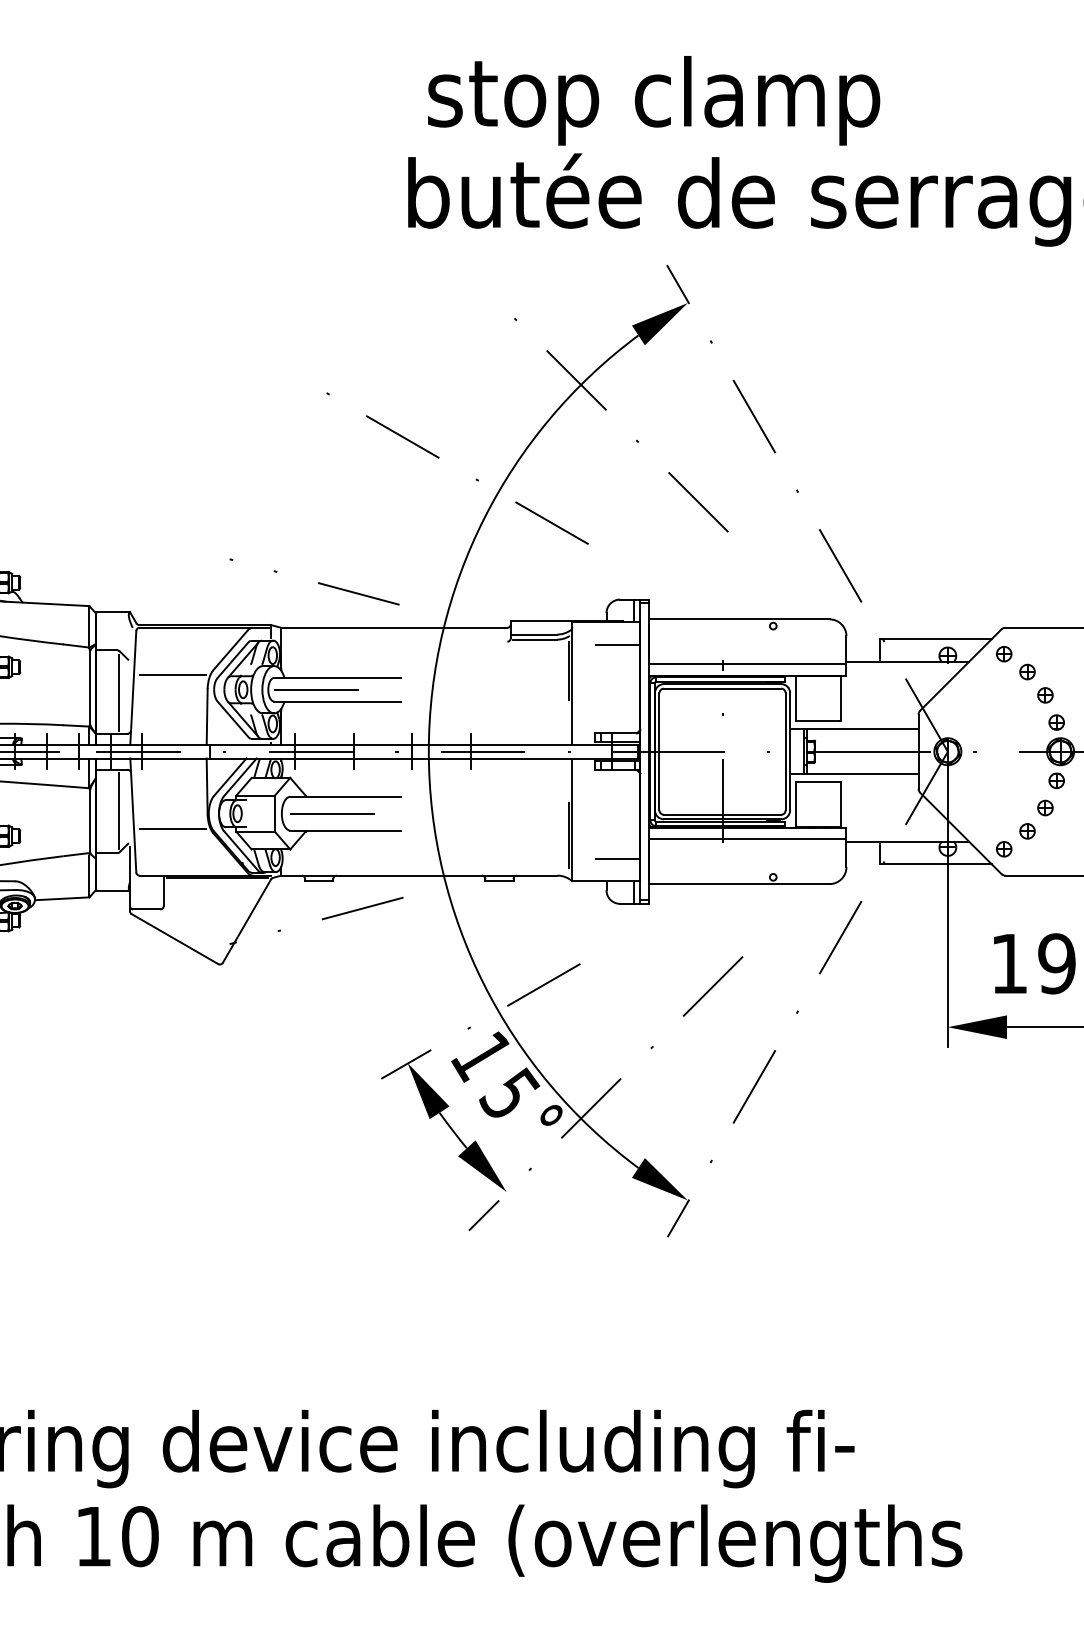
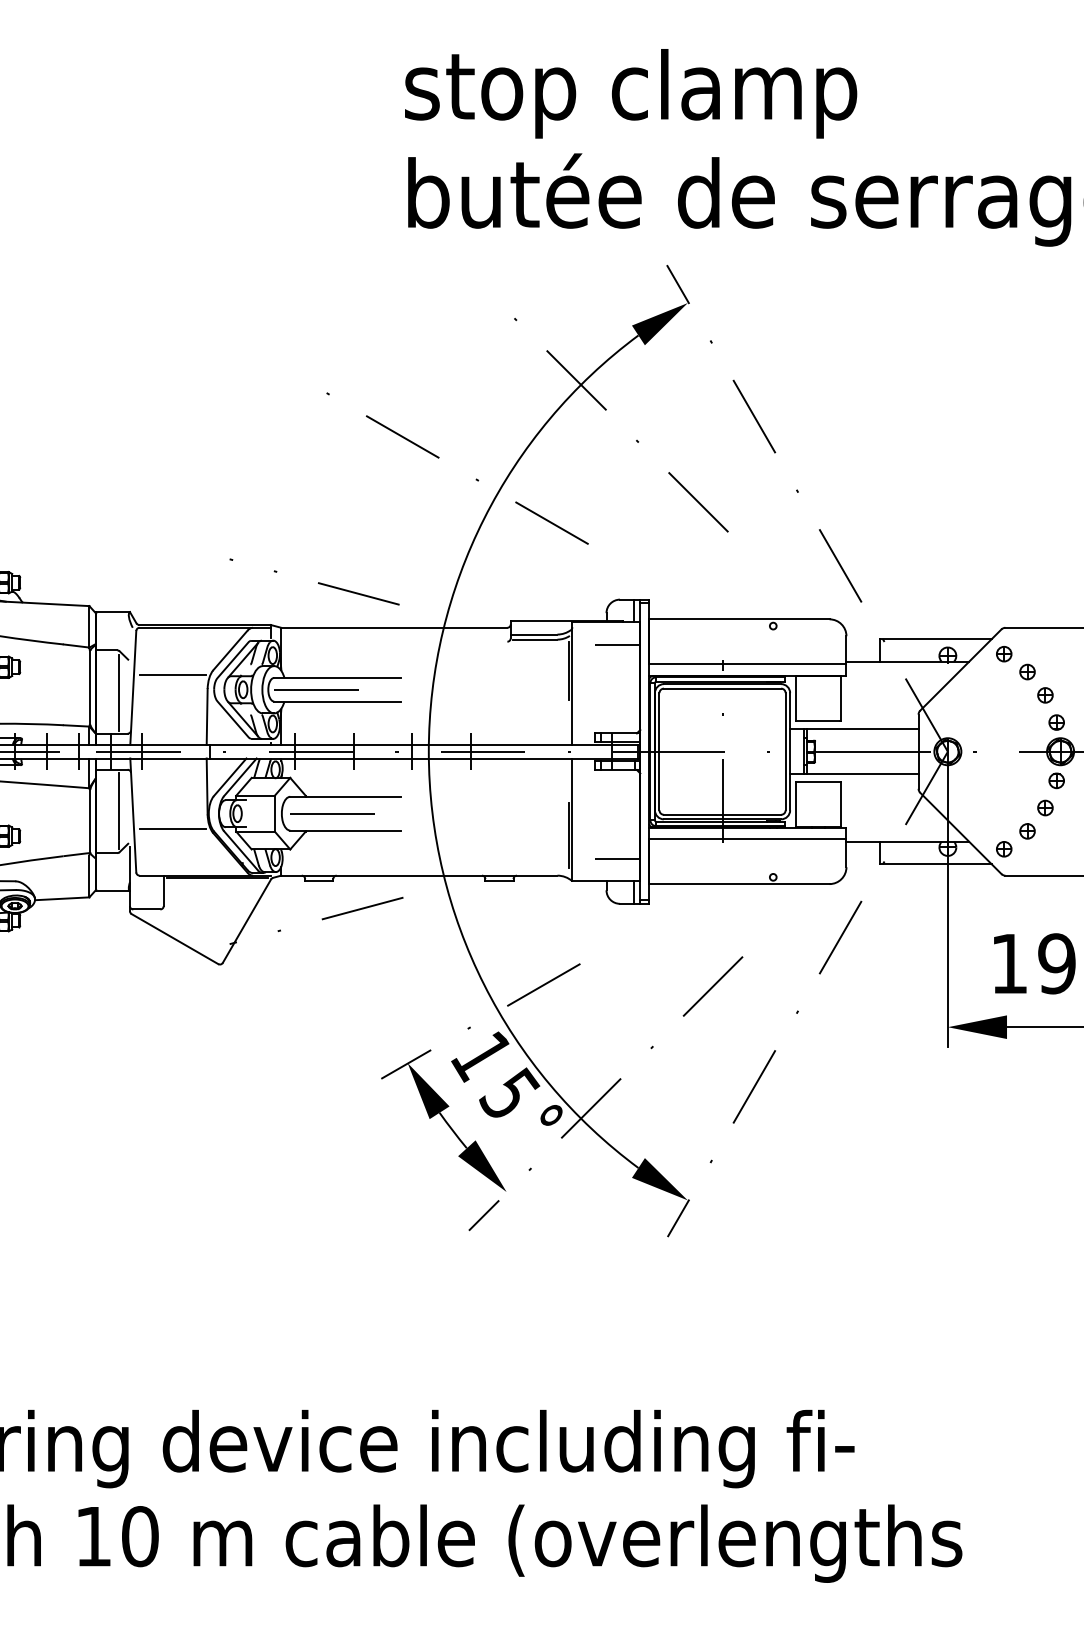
text at (654, 100) position: (654, 100) -> (631, 93)
